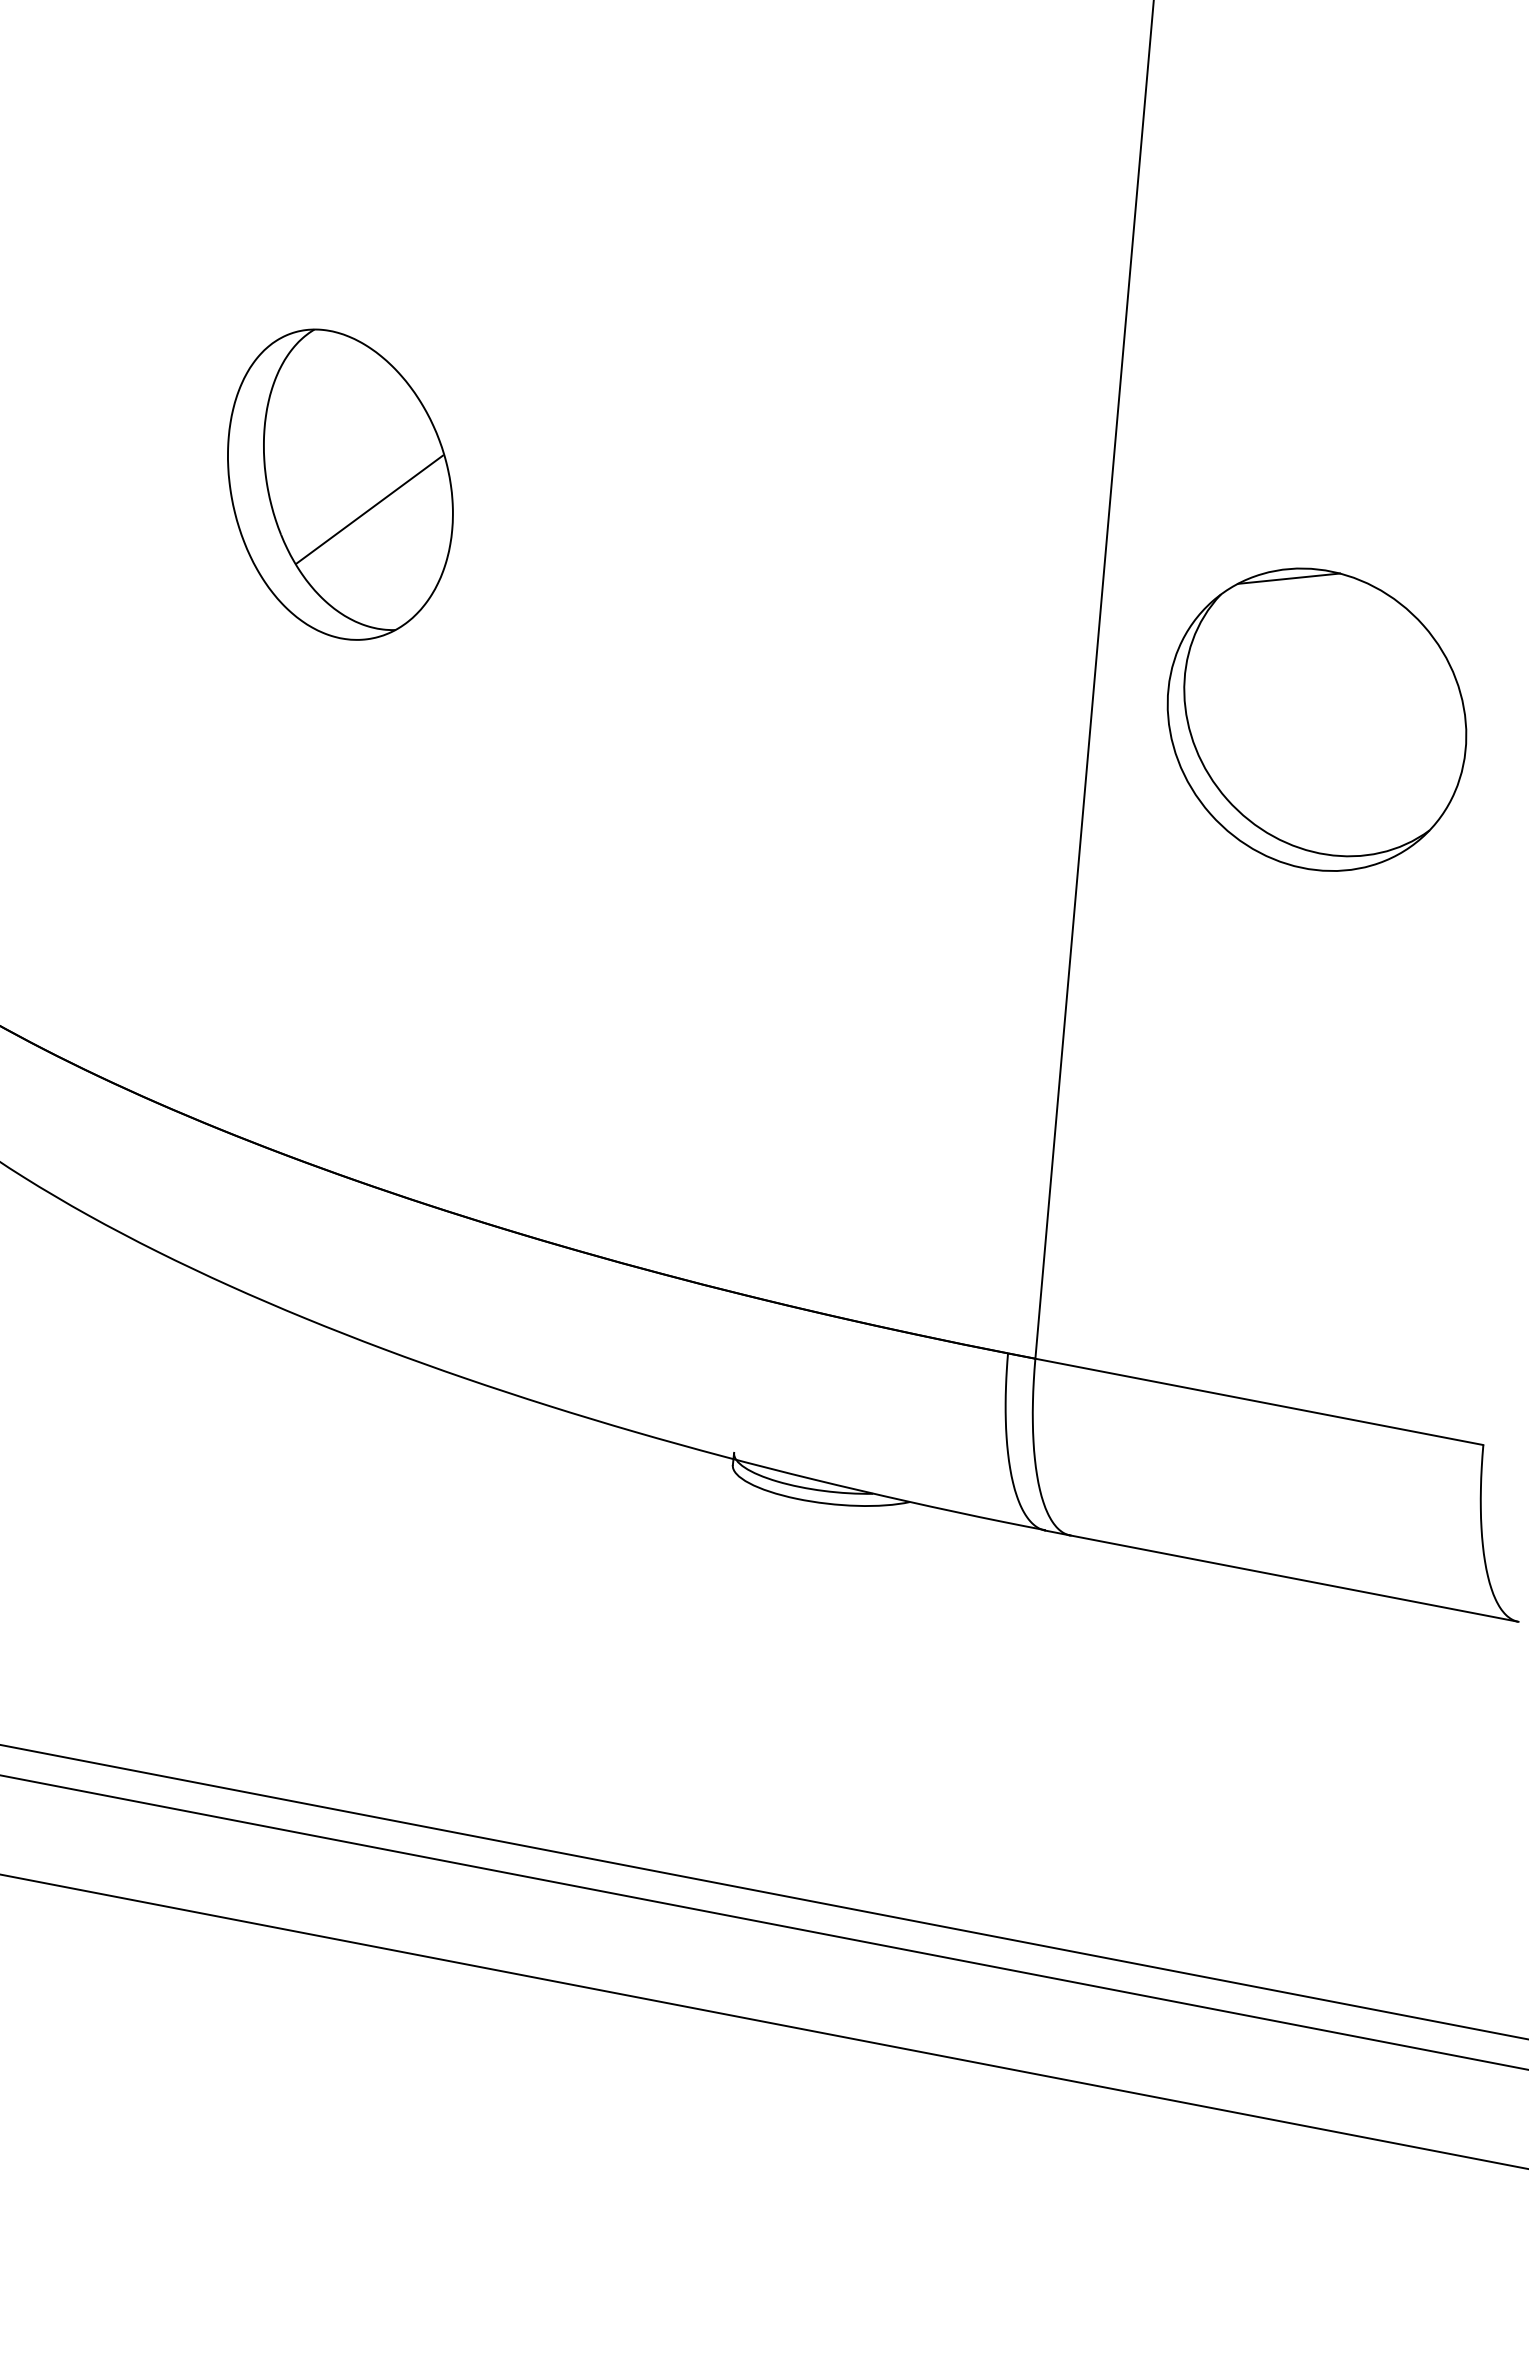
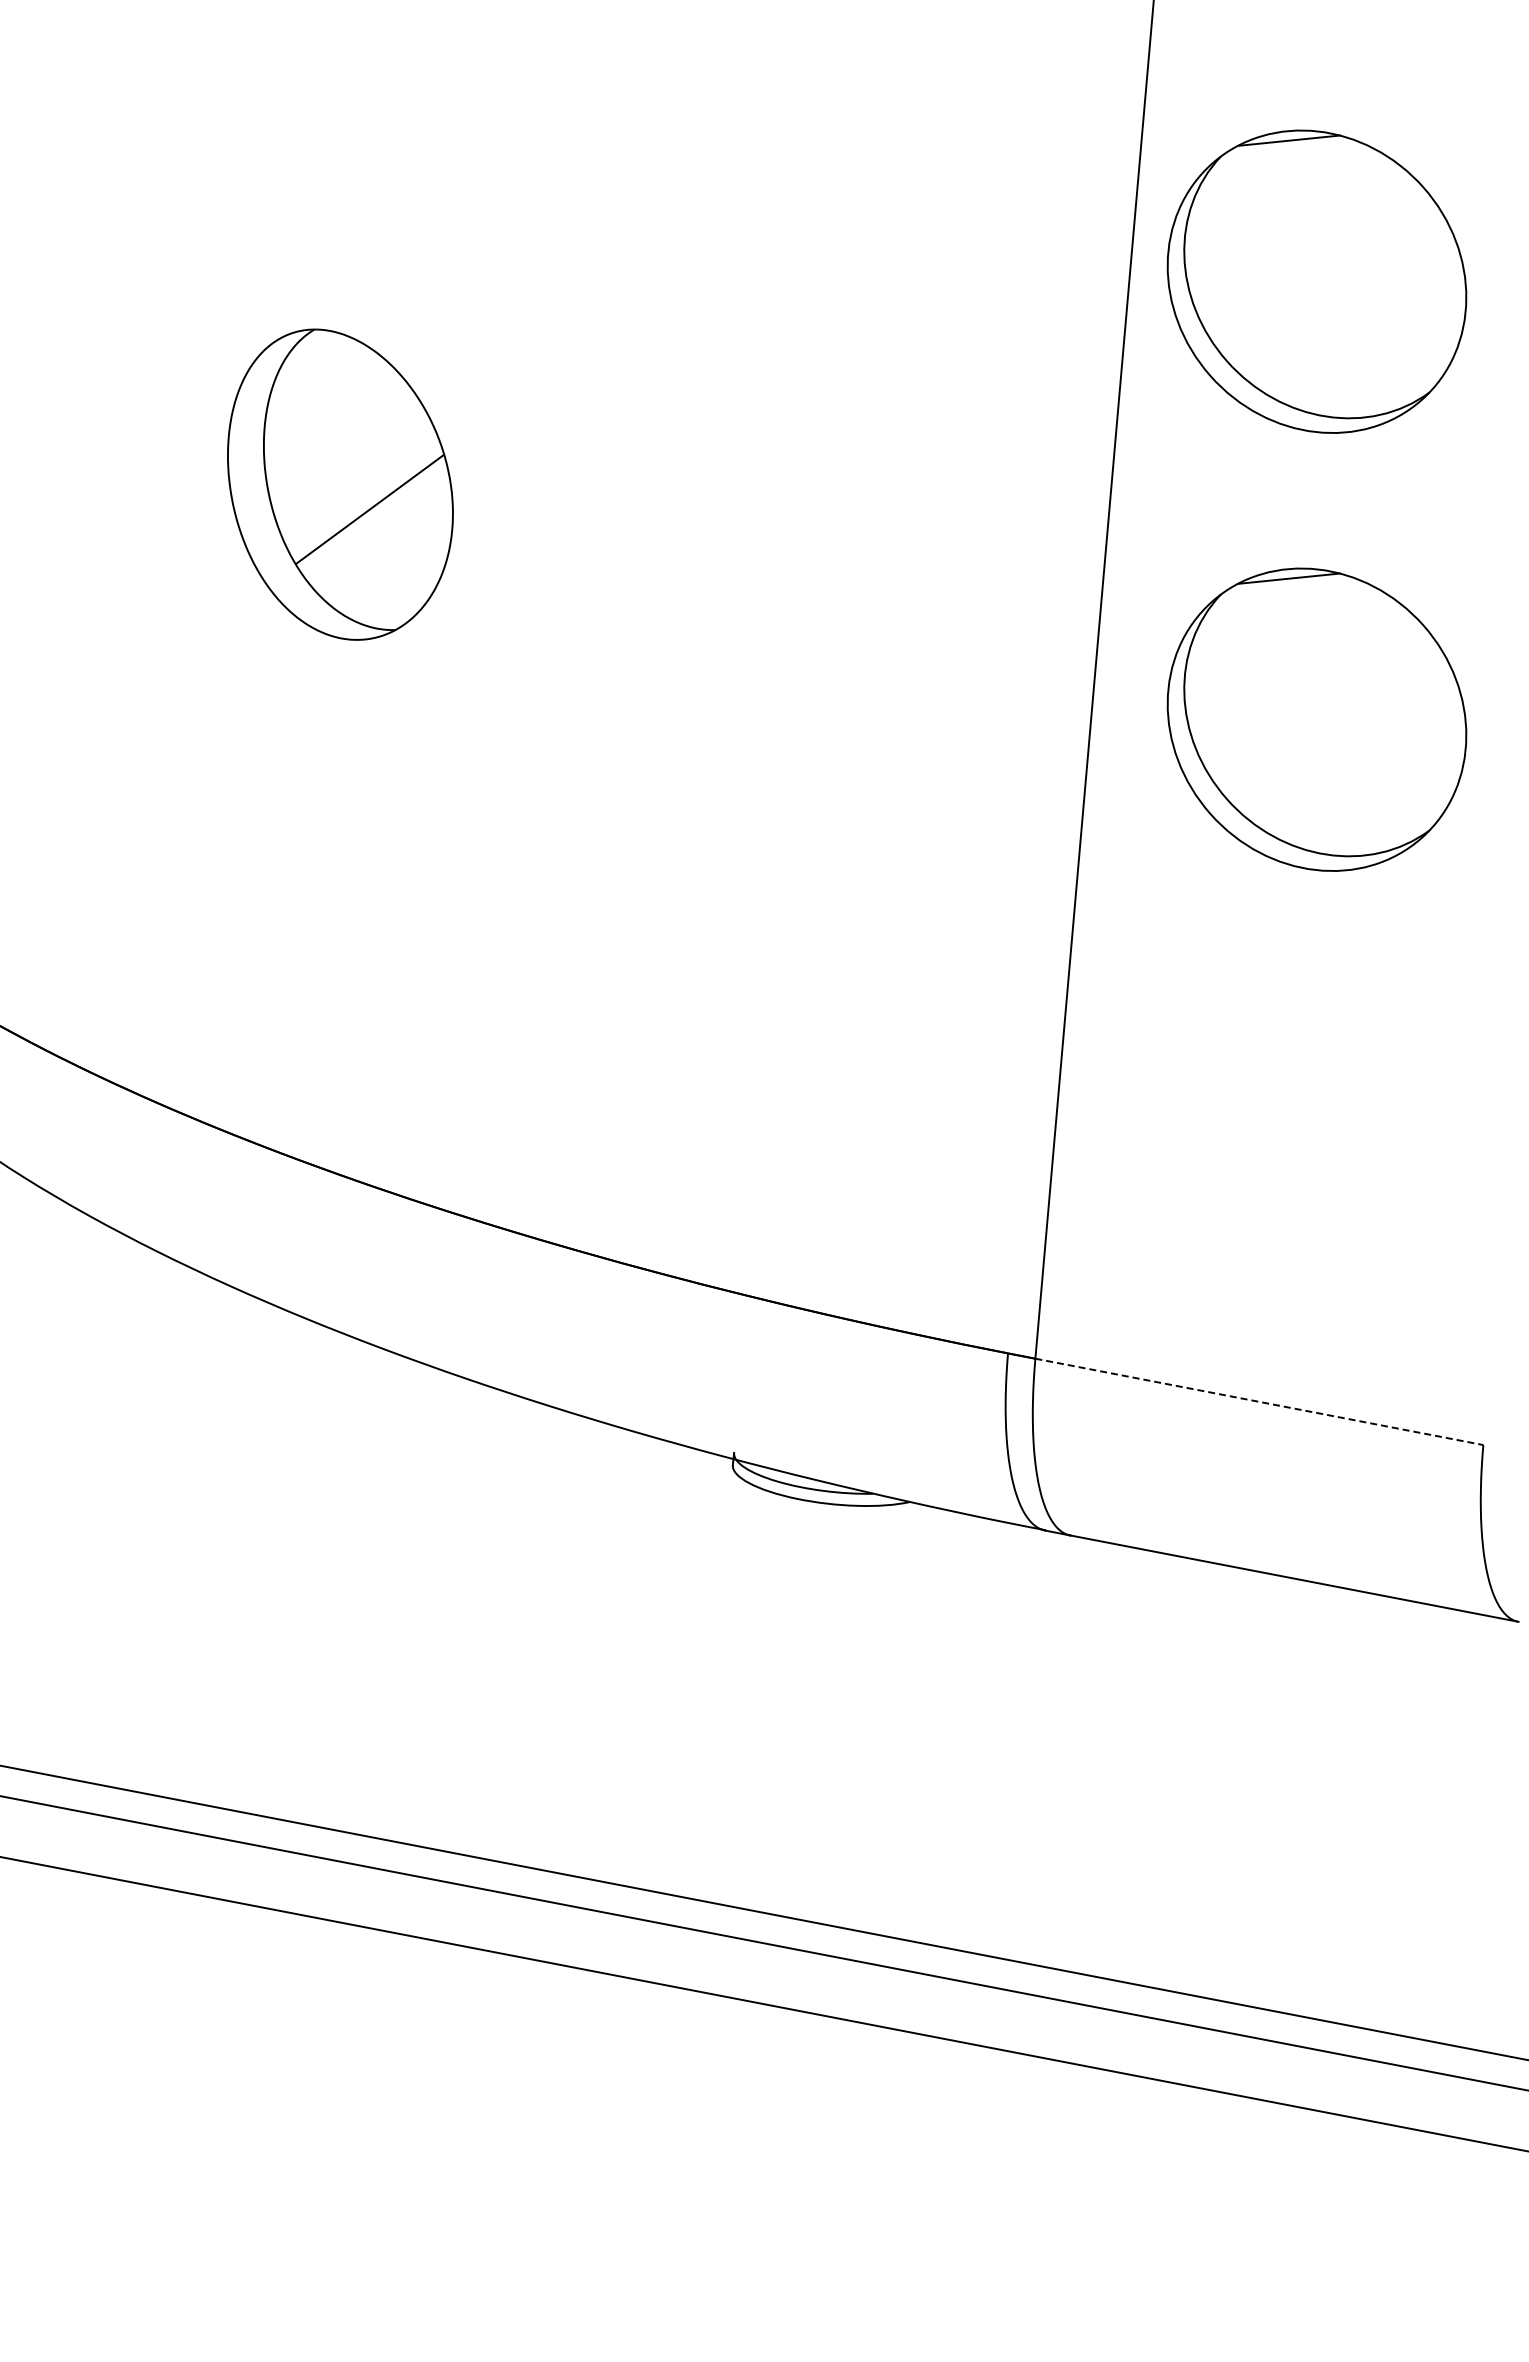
part at (1316, 281): none -> present
line at (1259, 1401): solid -> dashed
line at (763, 1891) position: (763, 1891) -> (763, 1912)
line at (763, 1922) position: (763, 1922) -> (763, 1943)
line at (763, 2021) position: (763, 2021) -> (763, 2003)
